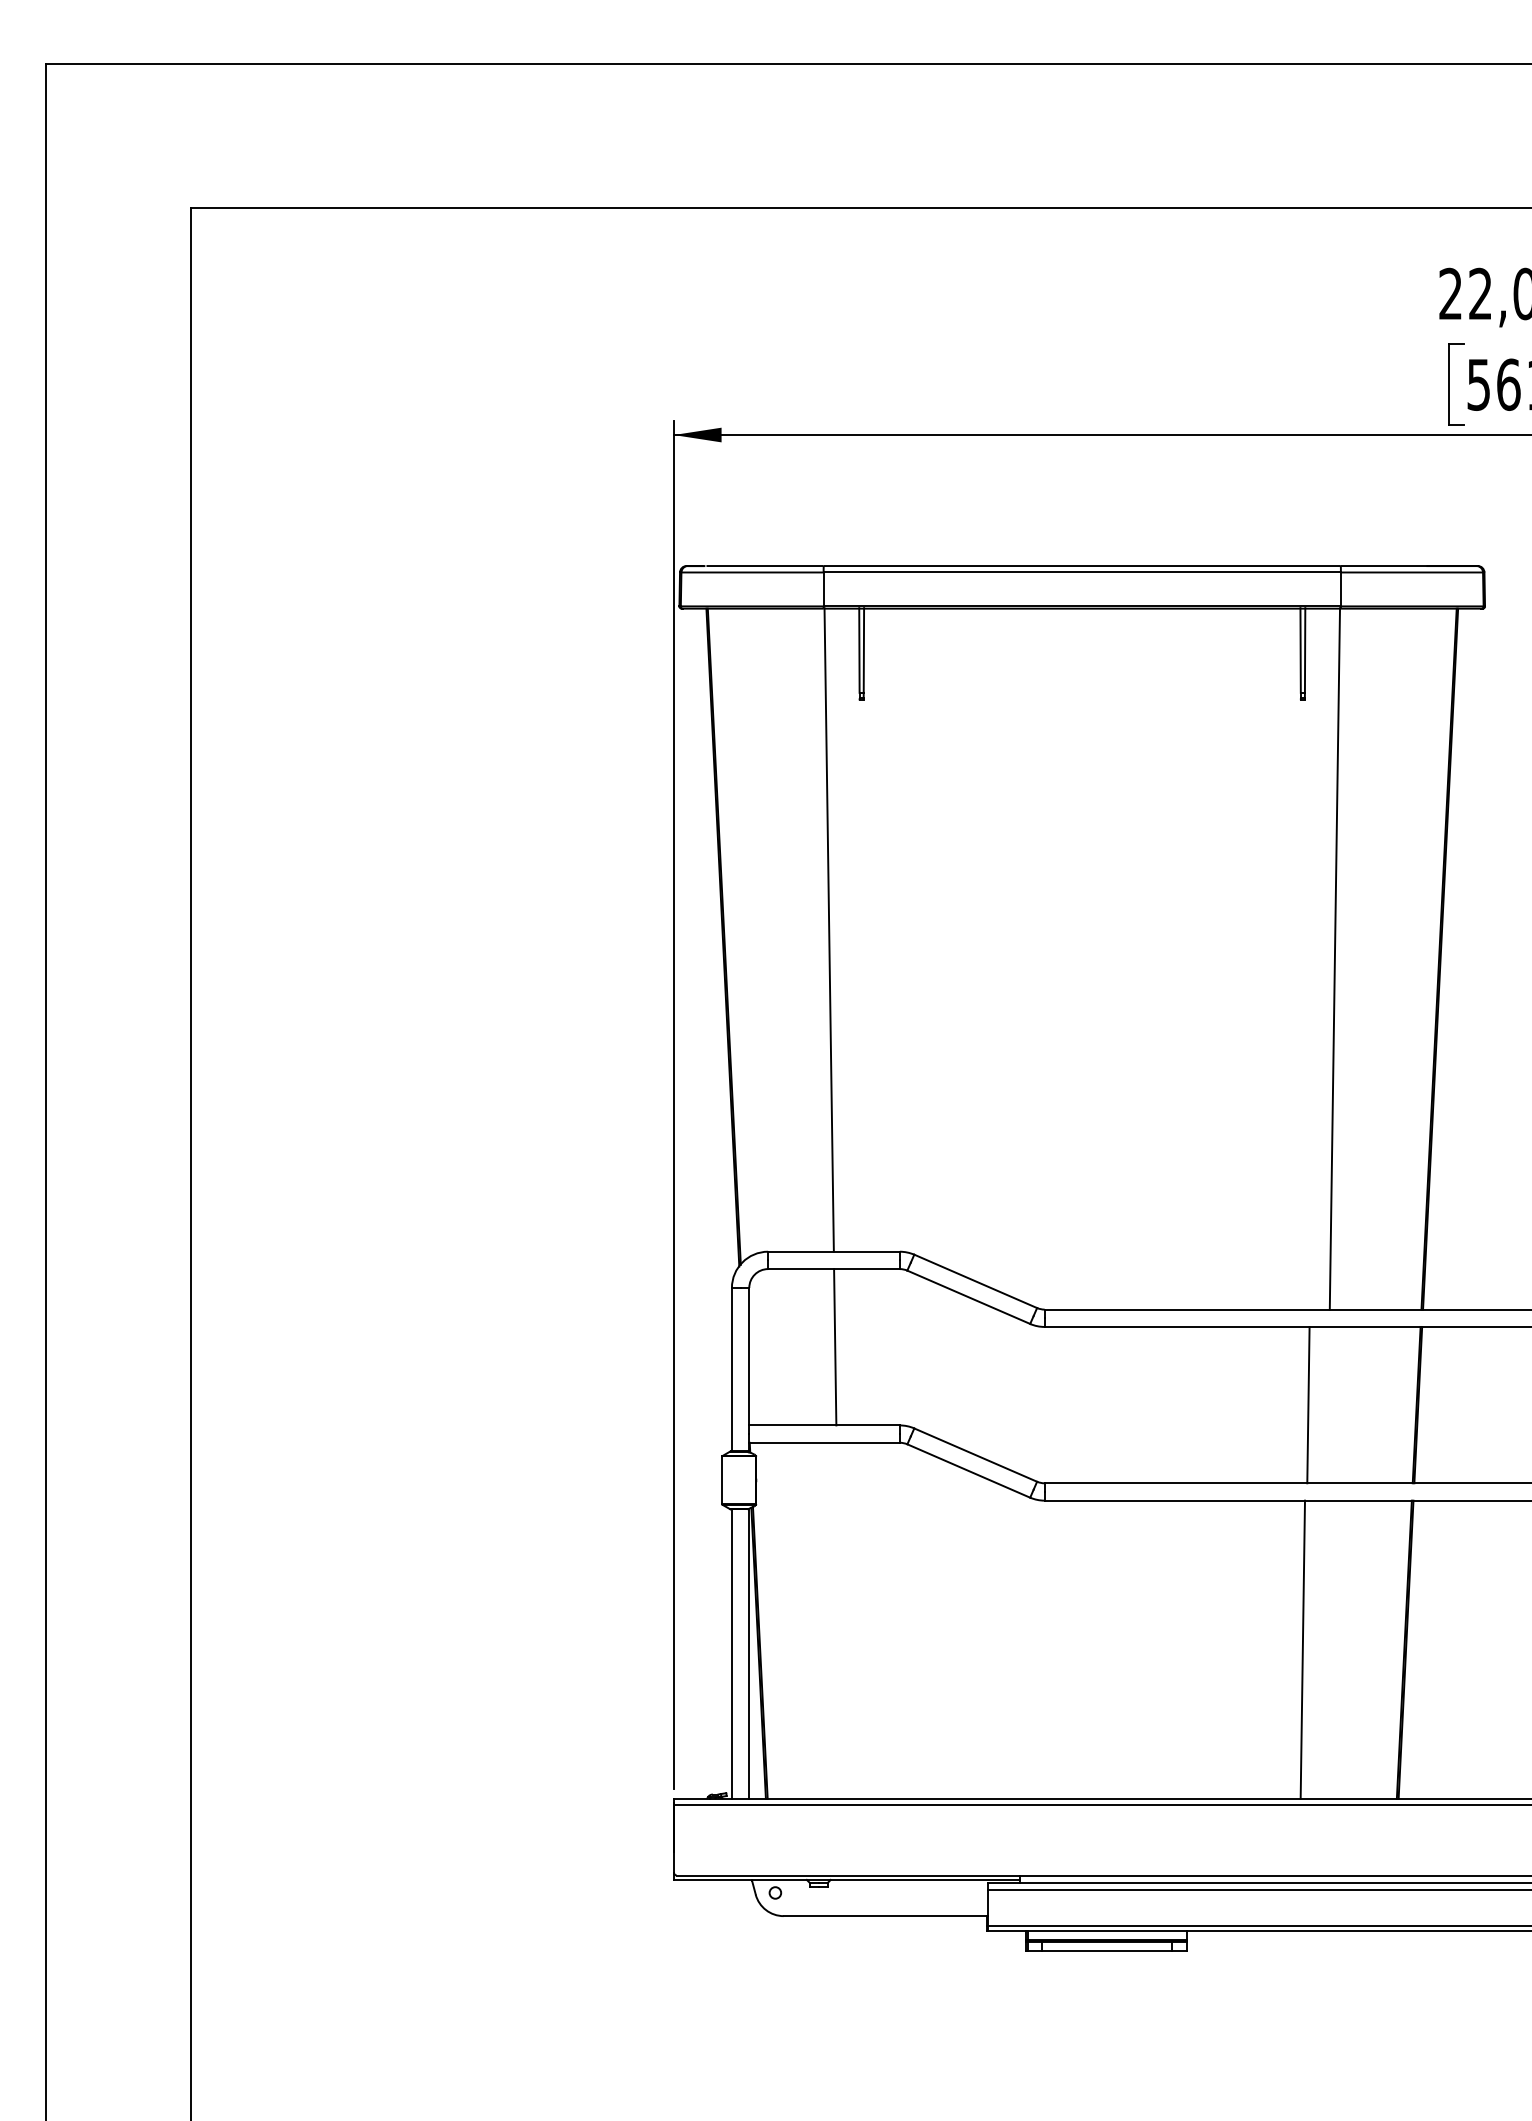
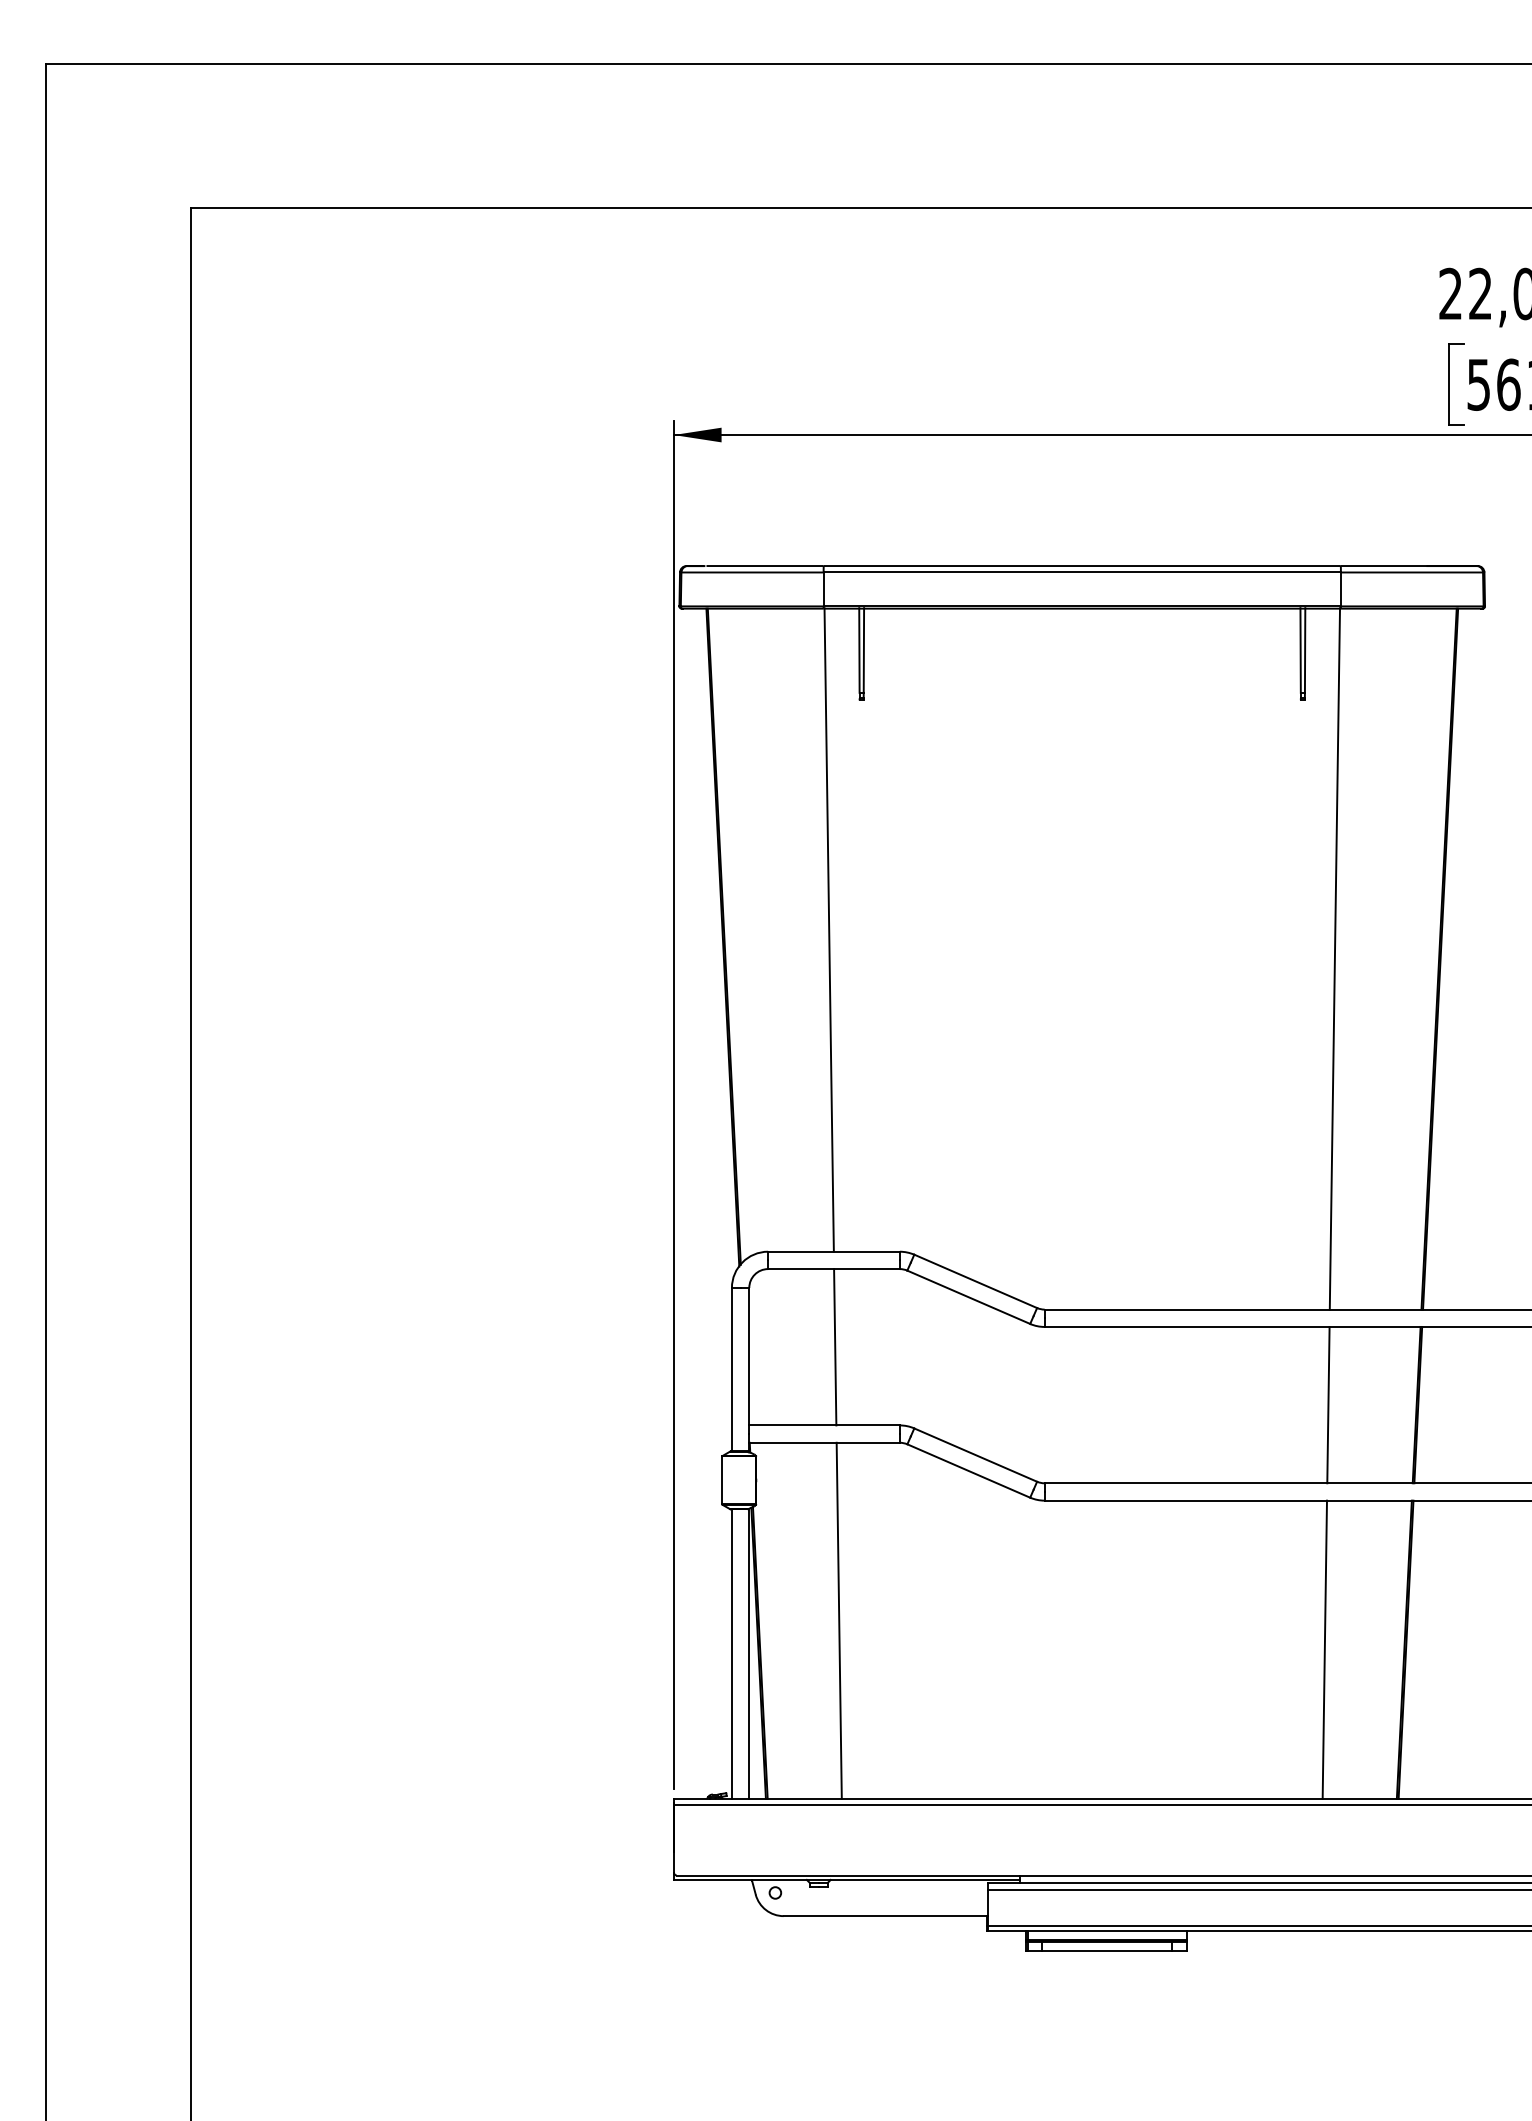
line at (1308, 1404) position: (1308, 1404) -> (1328, 1404)
line at (838, 1620): none -> present
line at (1302, 1649) position: (1302, 1649) -> (1324, 1649)
